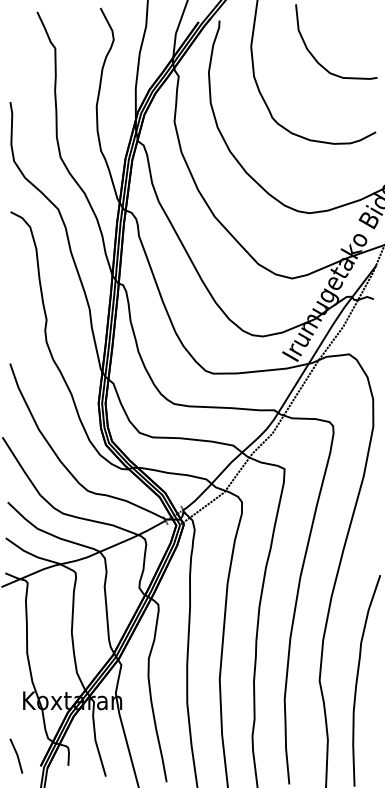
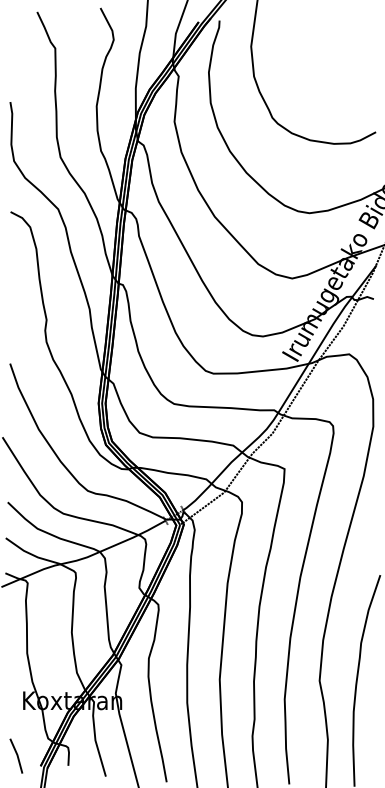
part at (315, 57): present -> none
